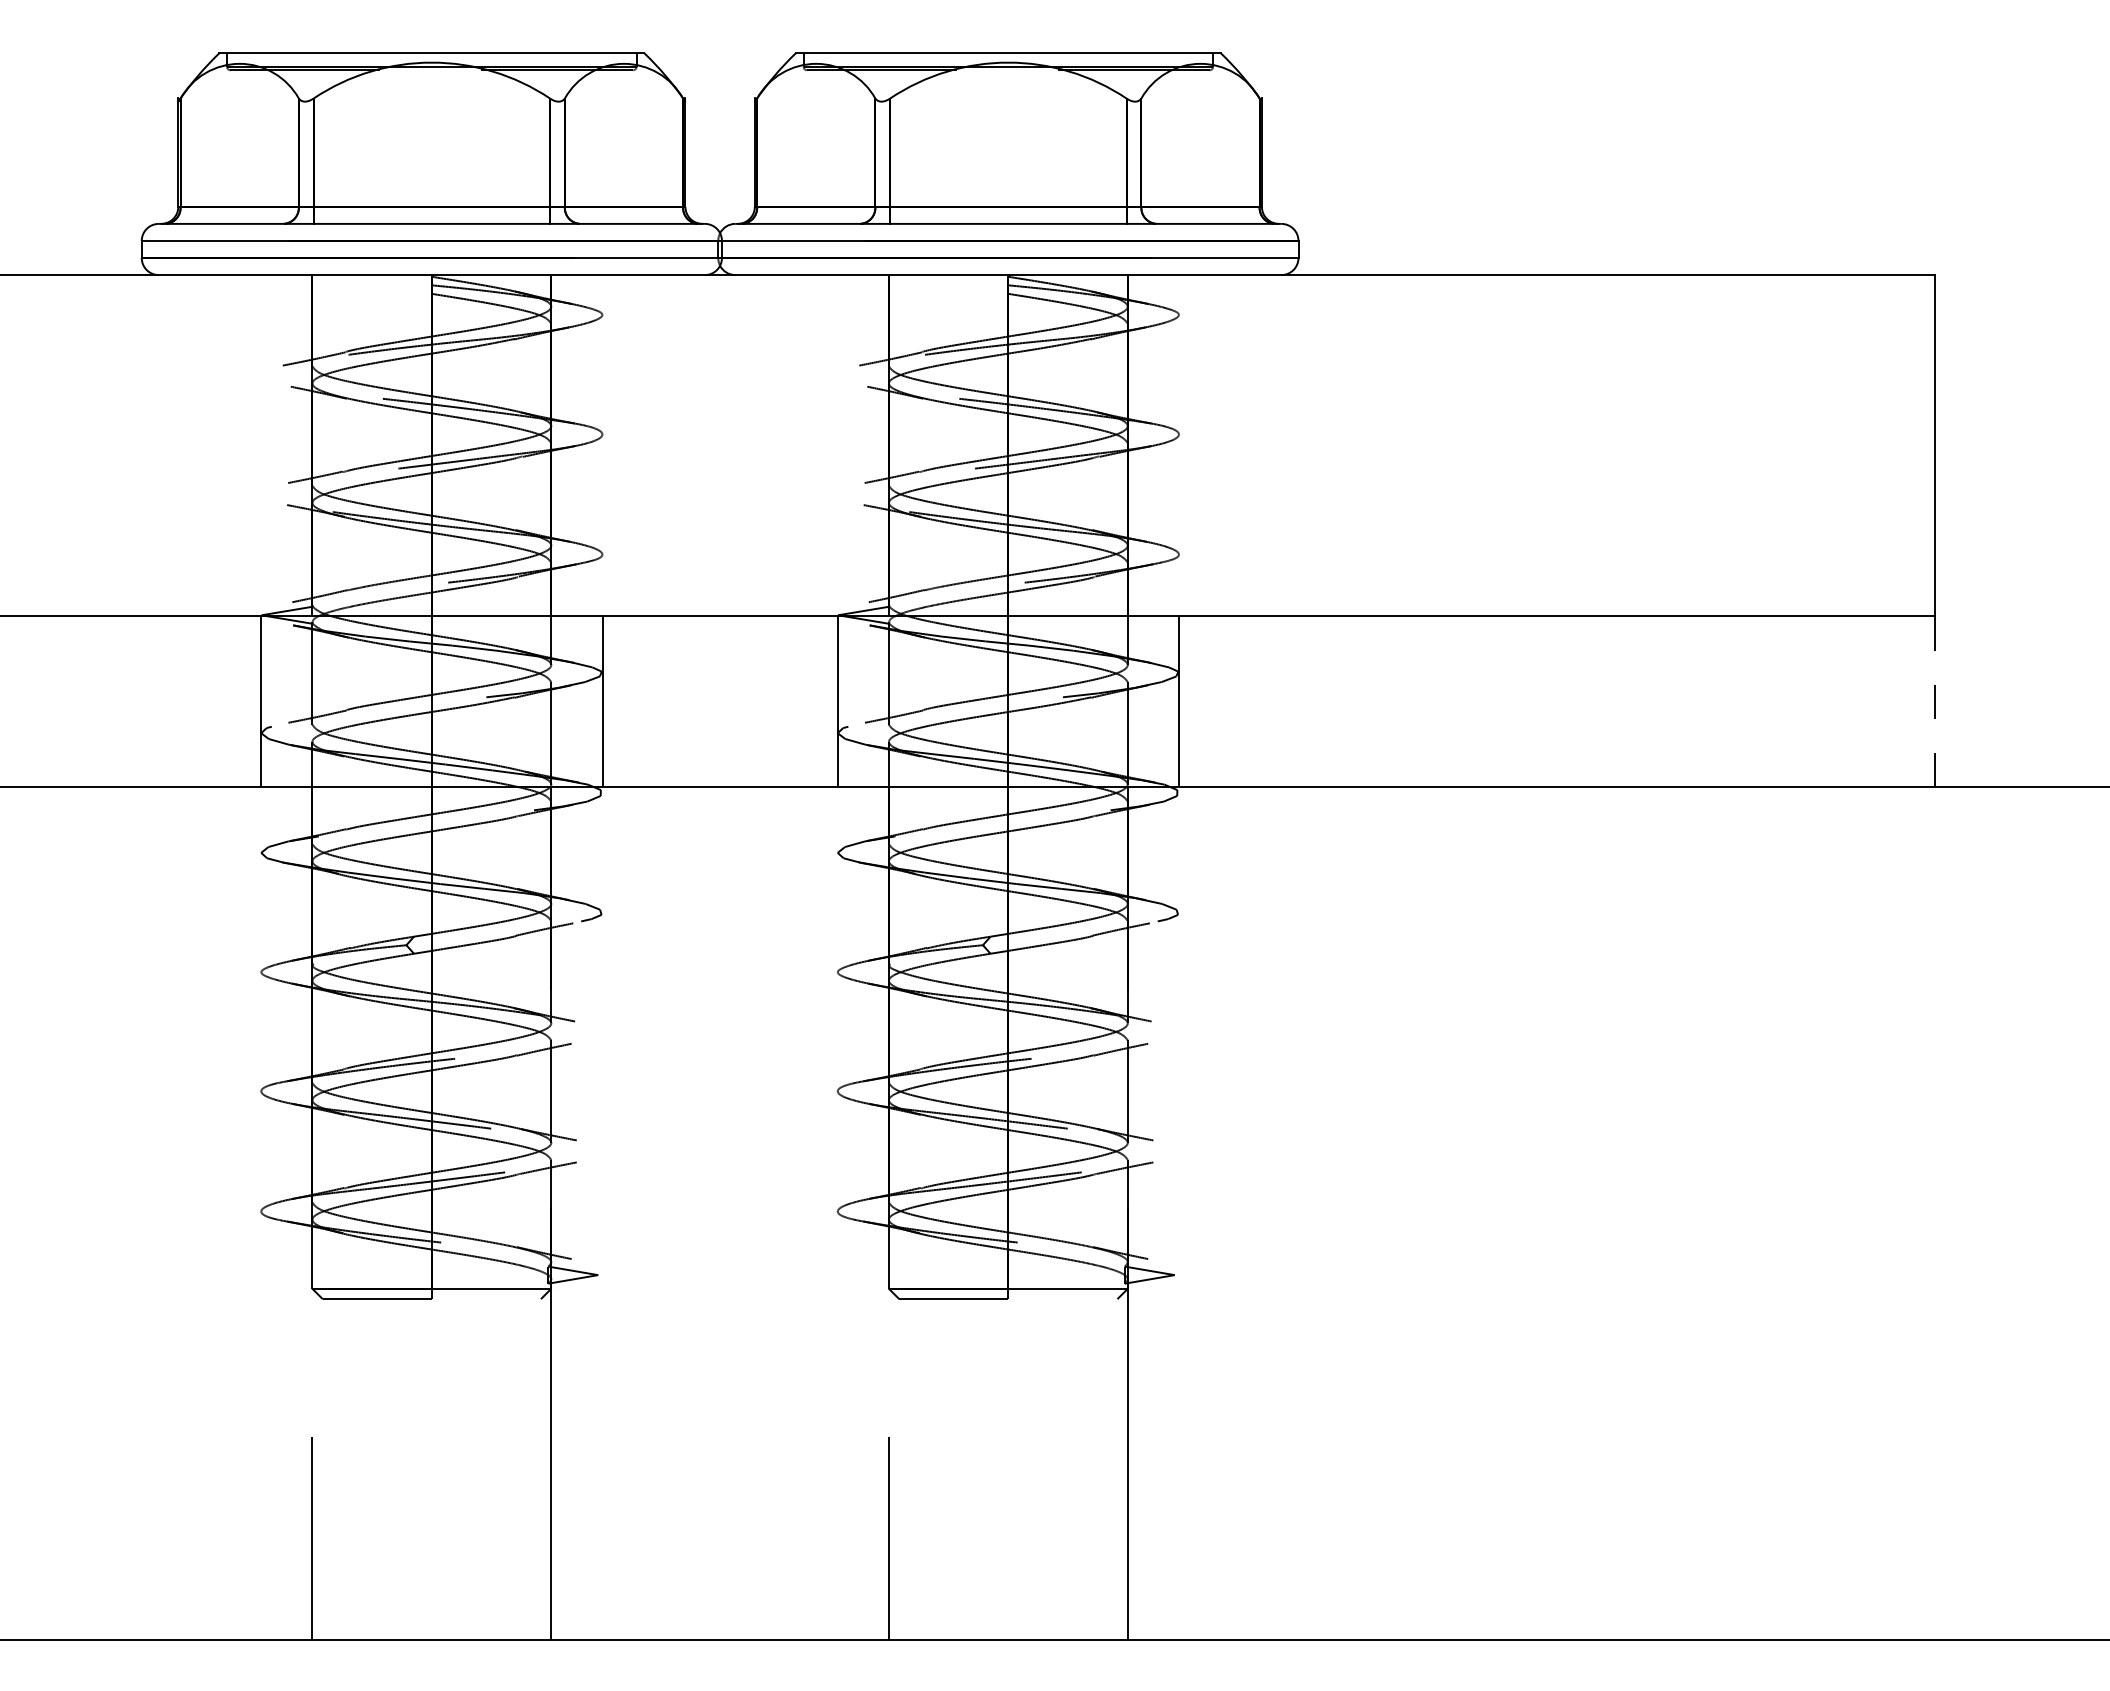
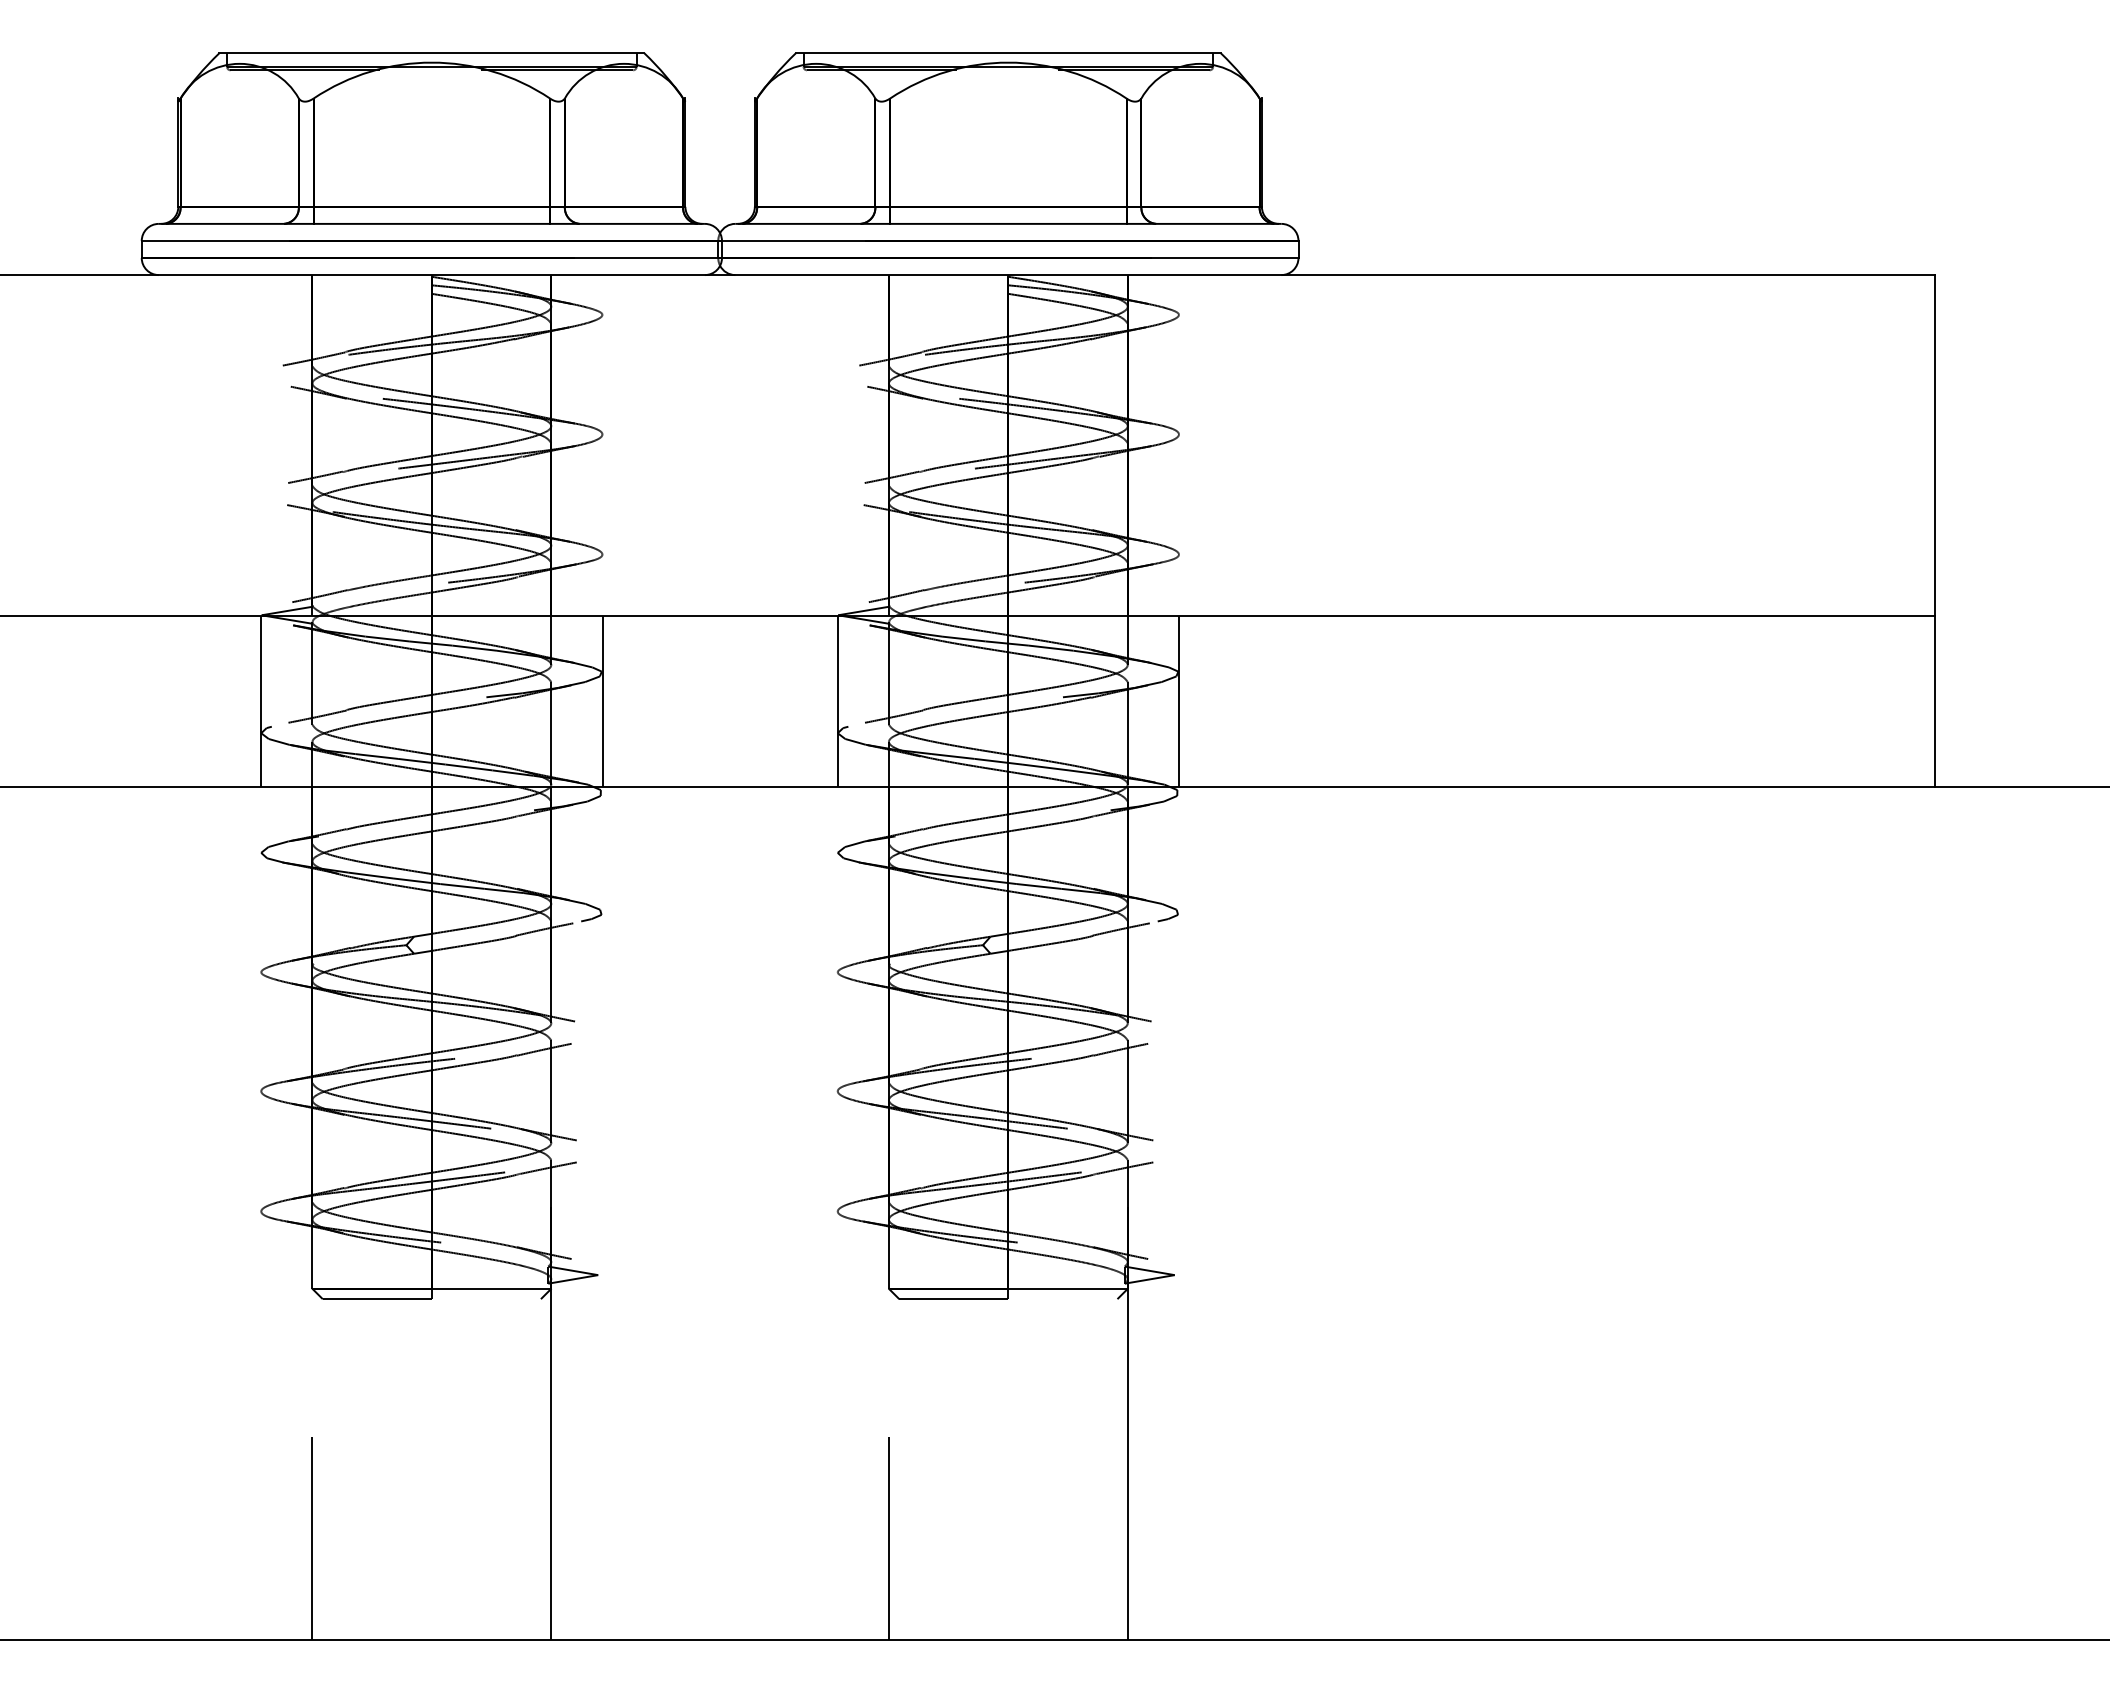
line at (1934, 701): dashed -> solid
